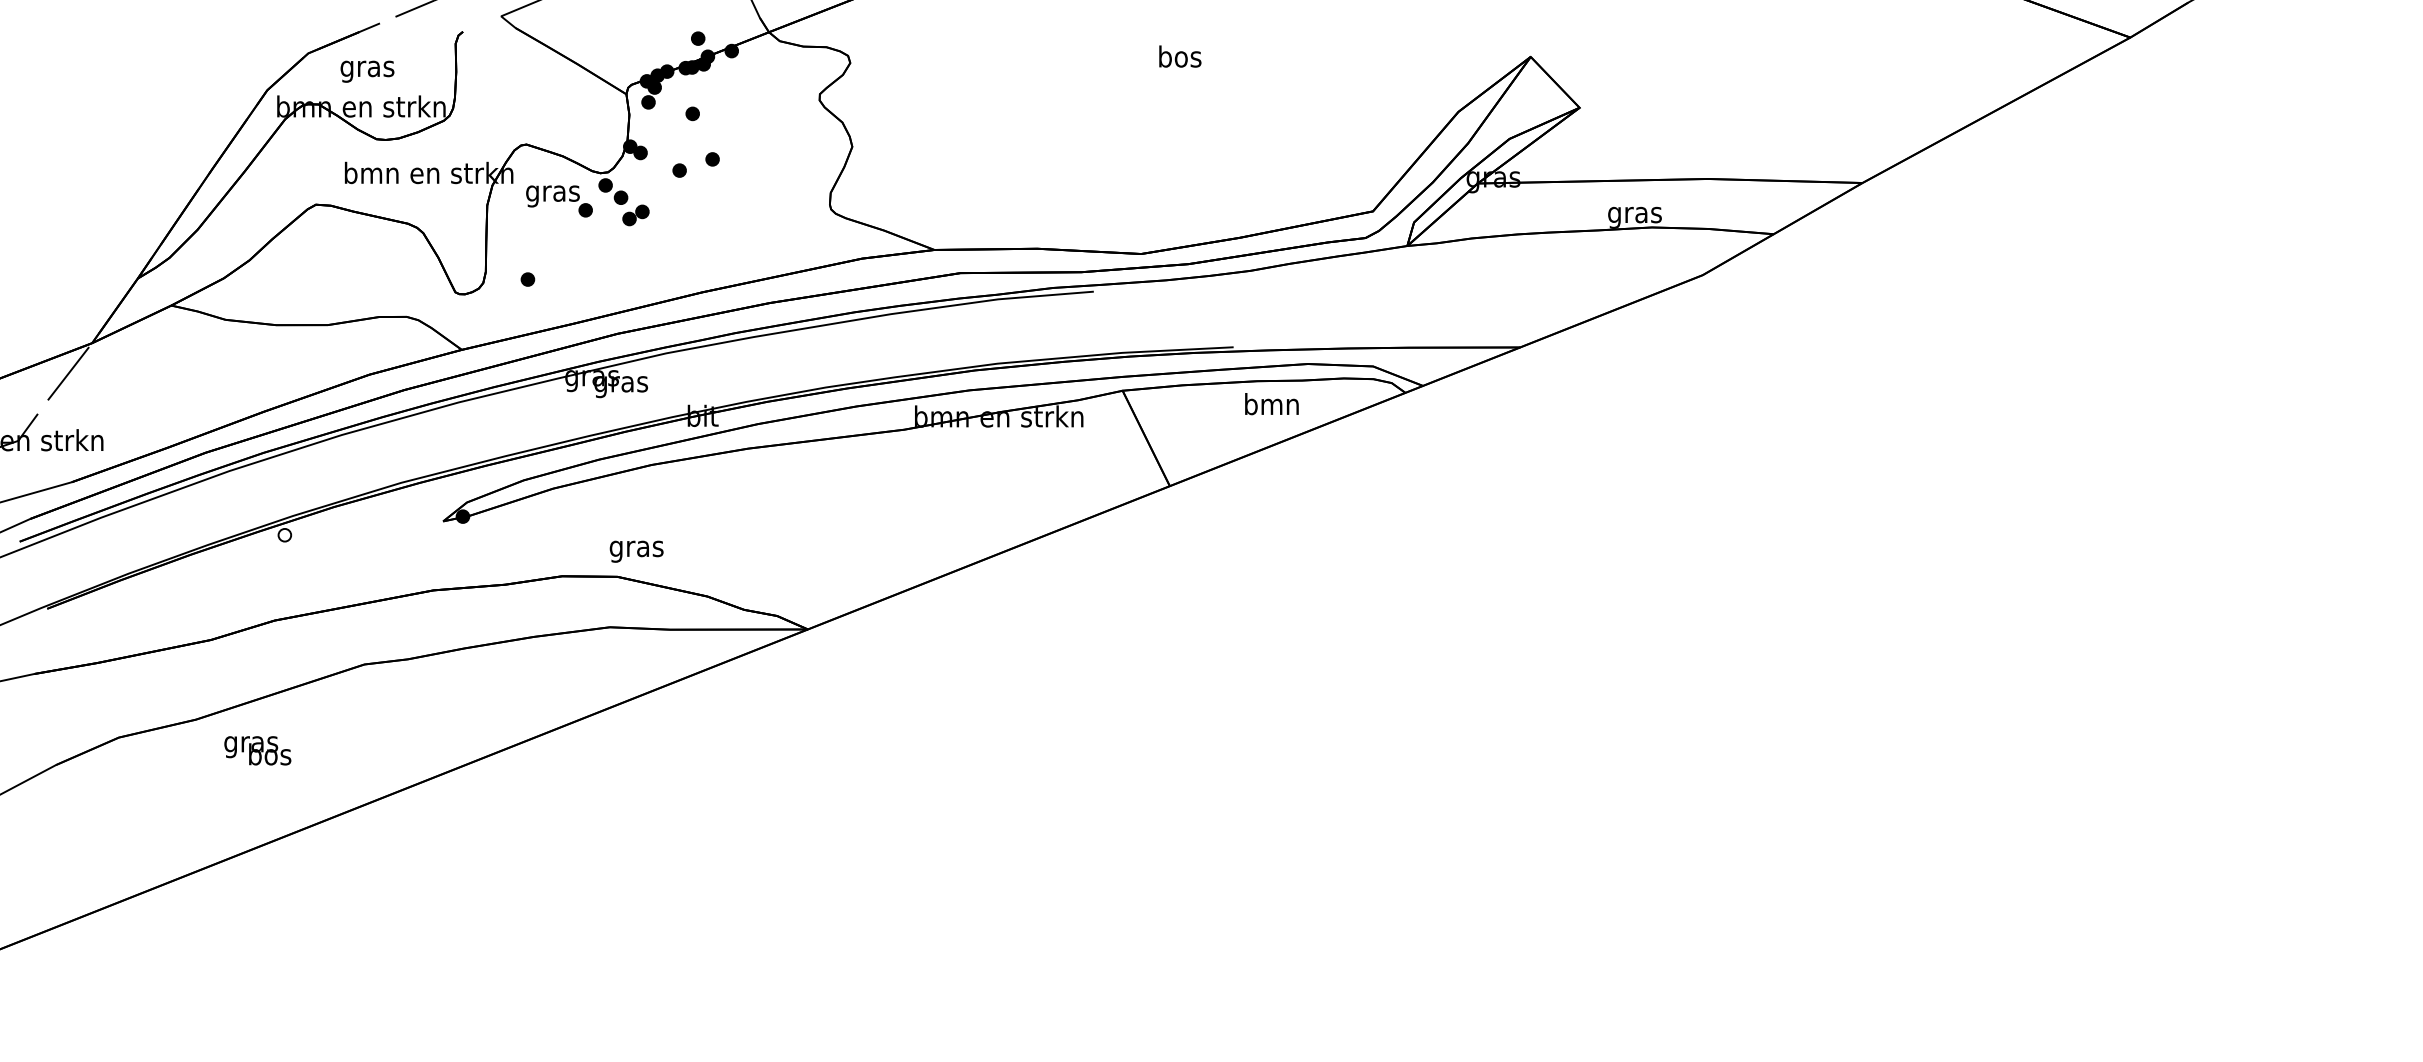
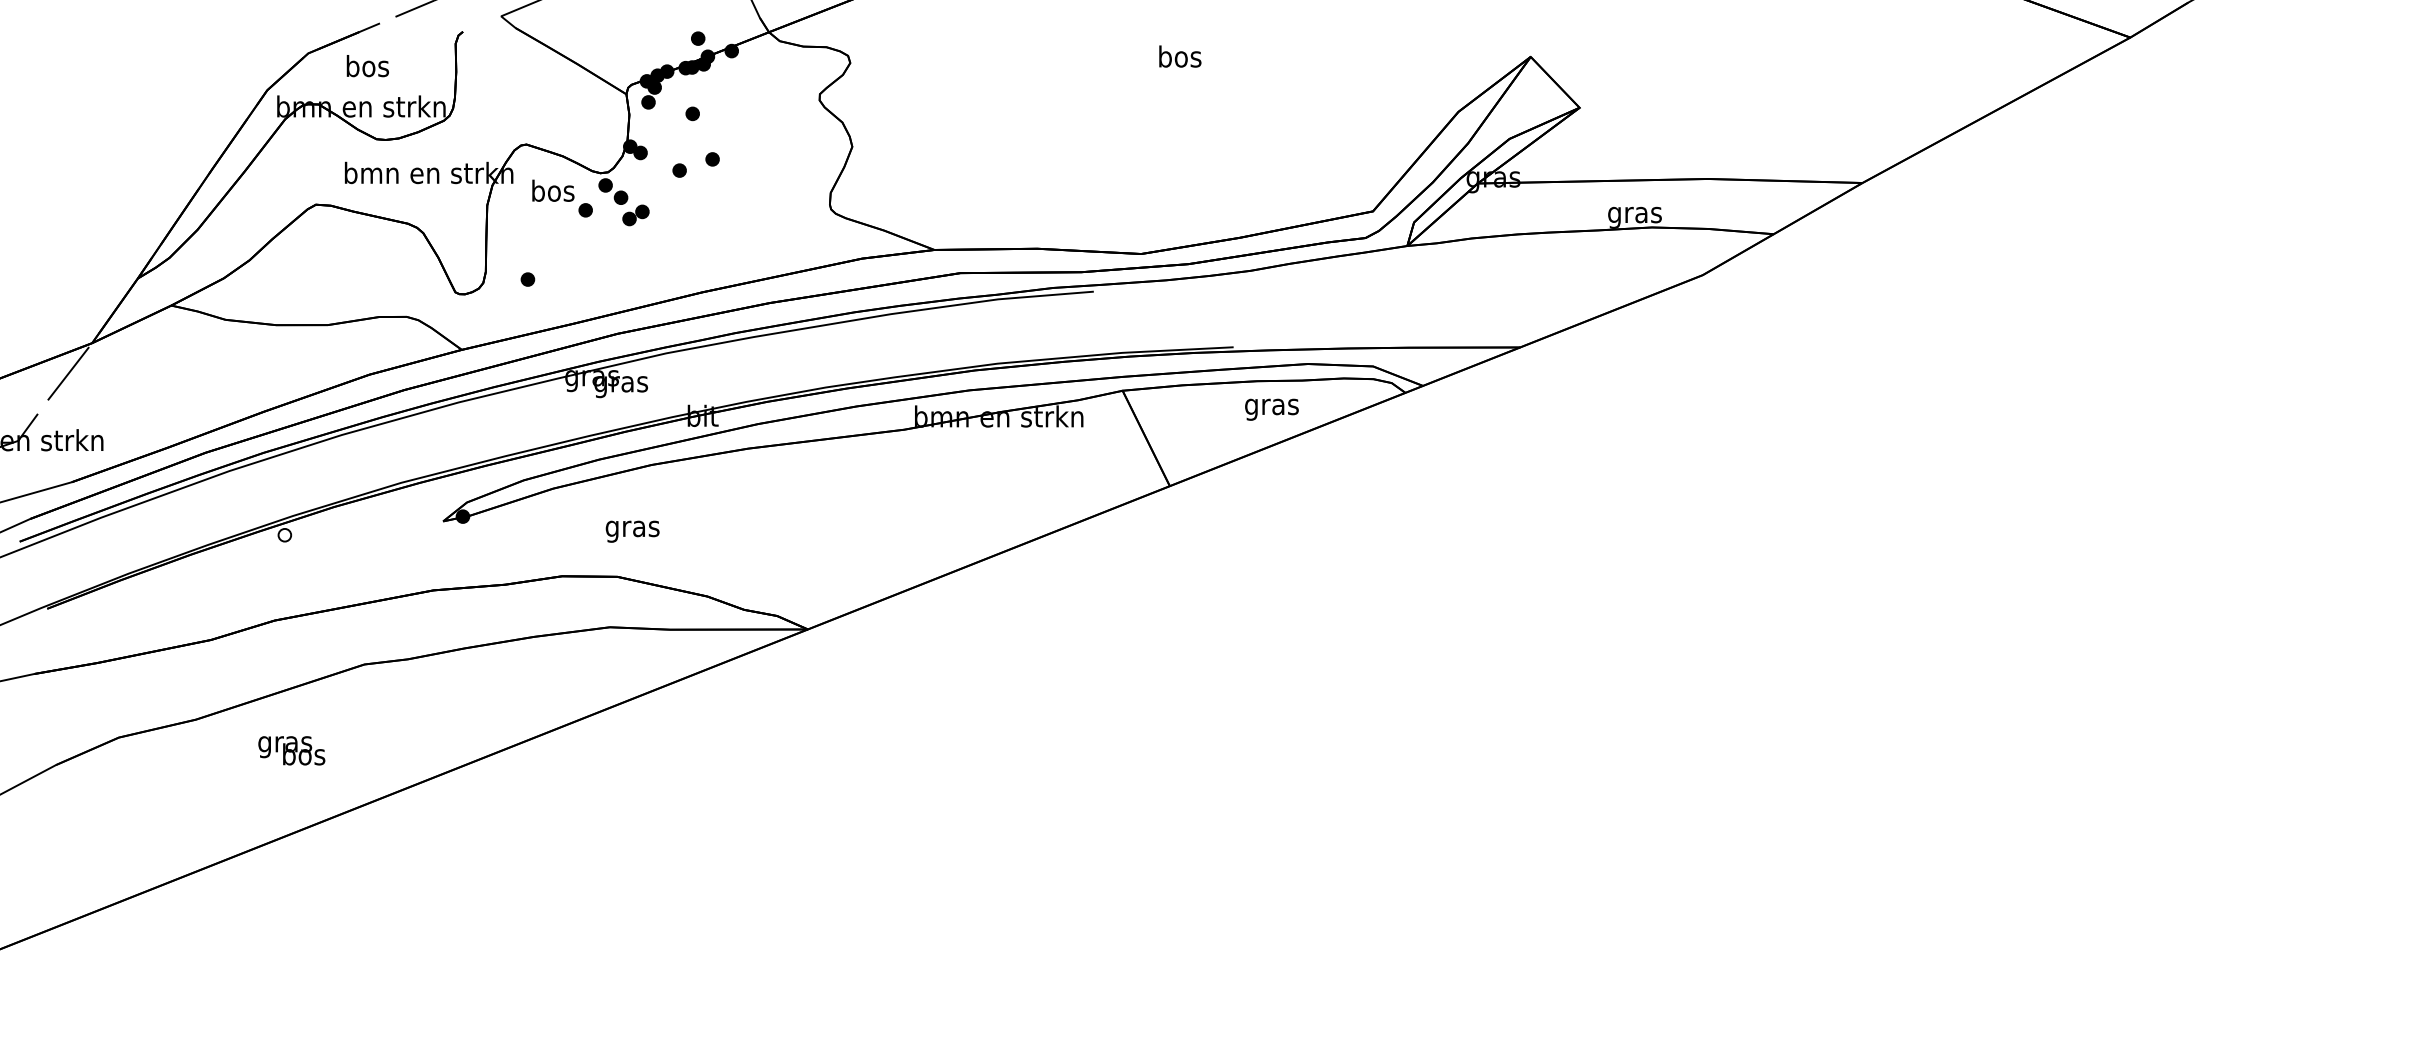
text at (367, 68): gras -> bos
text at (552, 193): gras -> bos
text at (1271, 406): bmn -> gras
text at (636, 551) position: (636, 551) -> (632, 531)
text at (257, 750) position: (257, 750) -> (291, 750)
